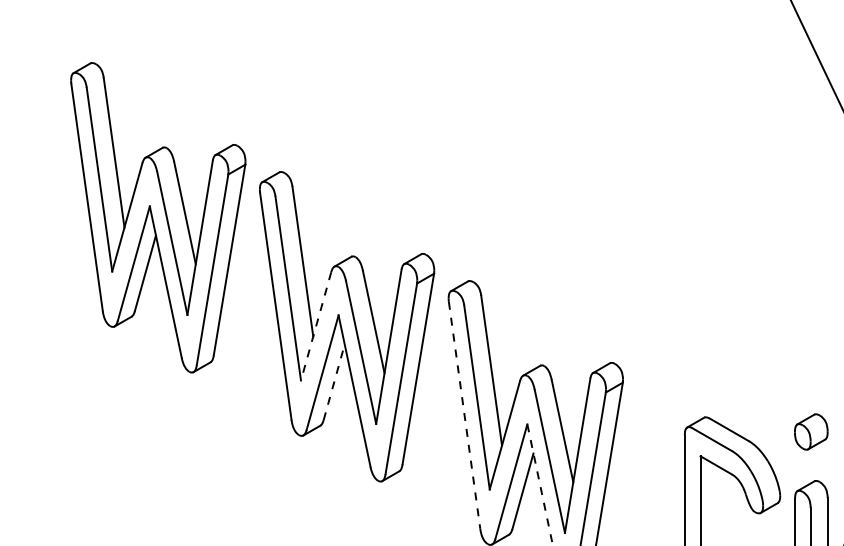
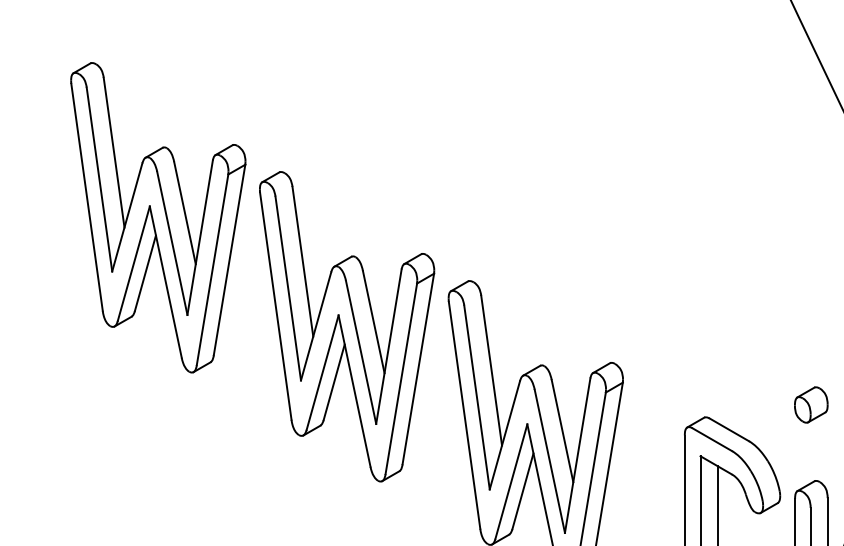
line at (315, 326): dashed -> solid
line at (334, 381): dashed -> solid
line at (464, 415): dashed -> solid
part at (811, 431) position: (811, 431) -> (811, 404)
line at (540, 484): dashed -> solid
line at (717, 504): none -> present
